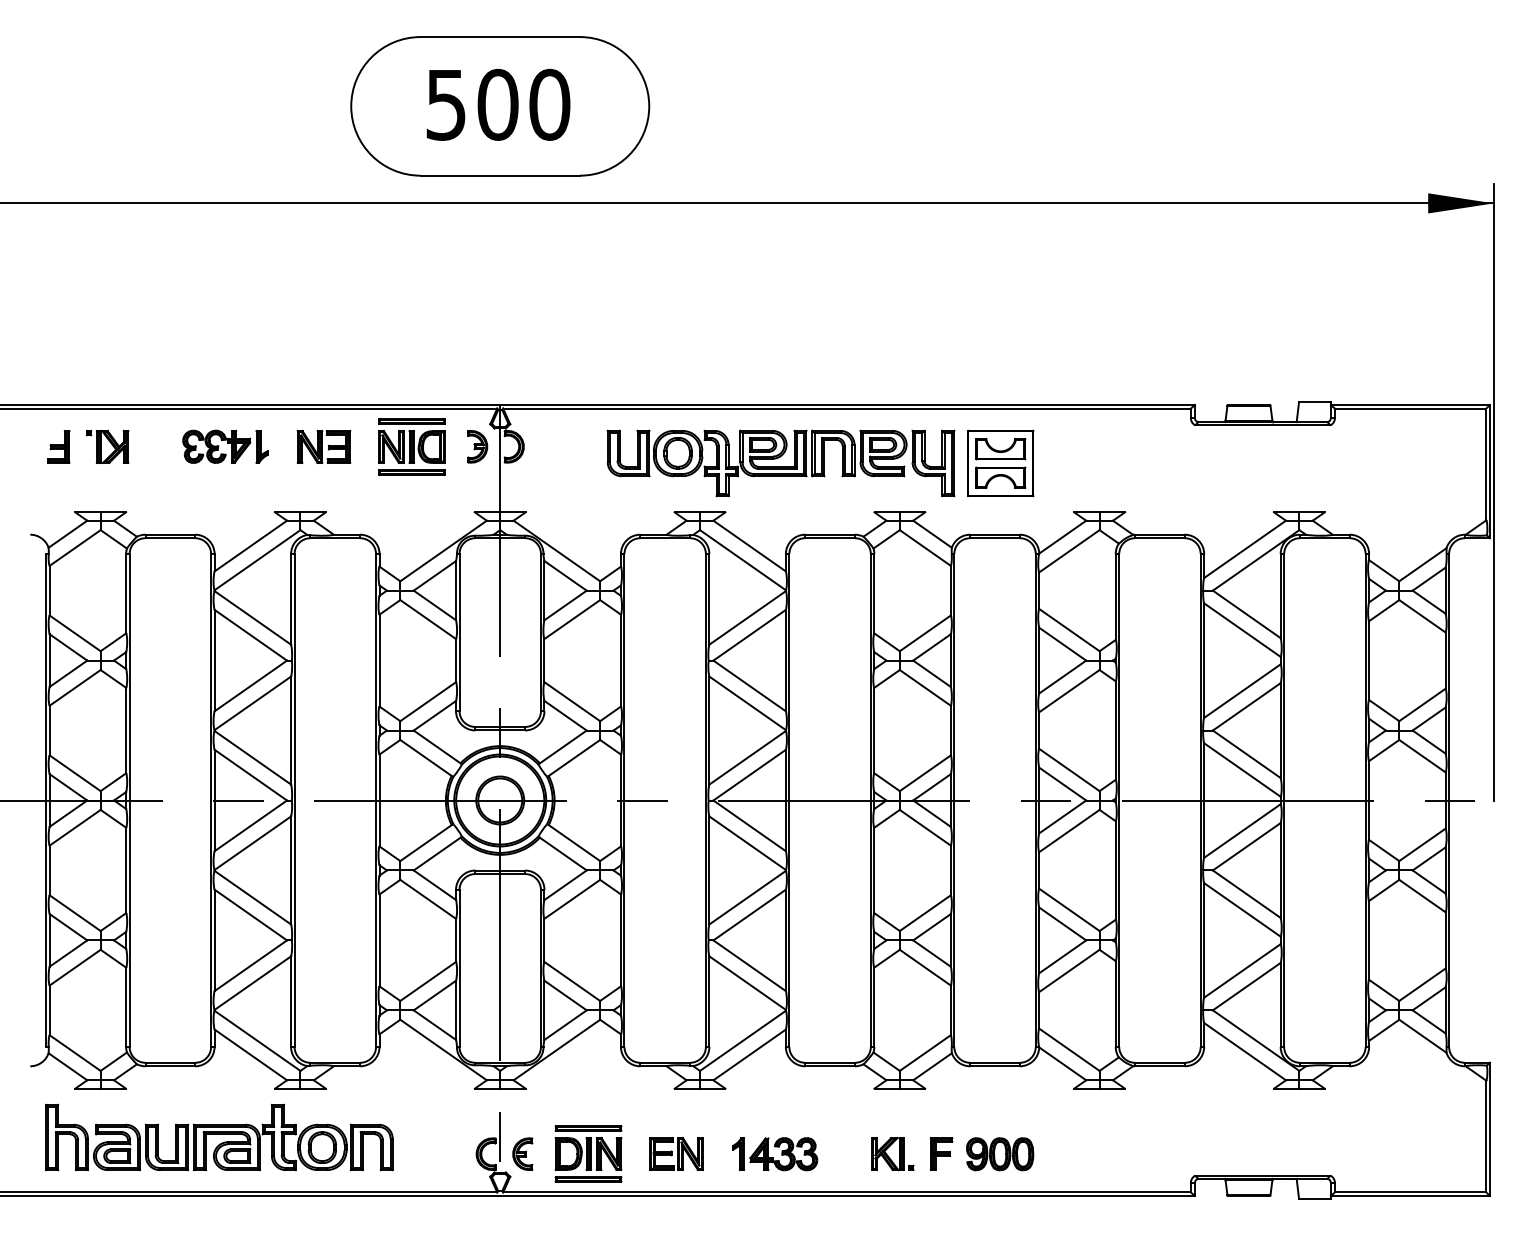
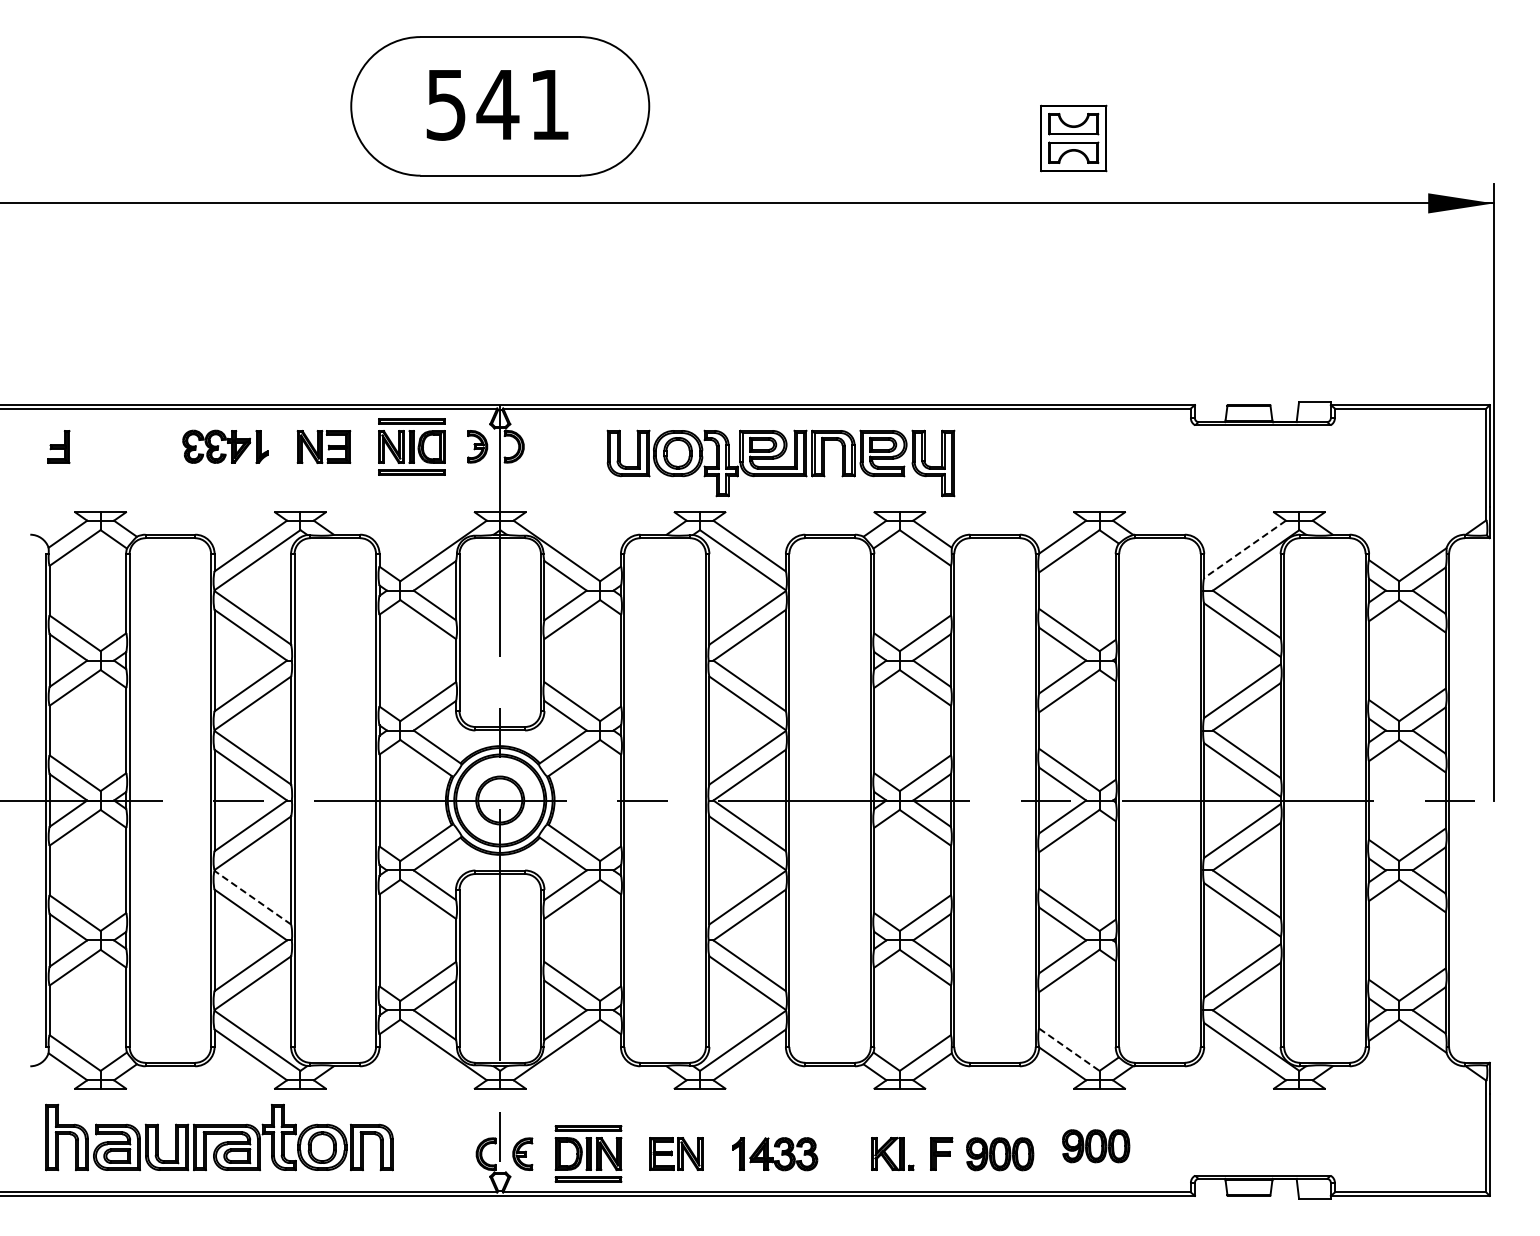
text at (523, 104): 500 -> 541
part at (107, 446): present -> none
part at (1000, 463) position: (1000, 463) -> (1073, 138)
line at (1245, 549): solid -> dashed
line at (252, 897): solid -> dashed
line at (1069, 1049): solid -> dashed
part at (1096, 1146): none -> present
